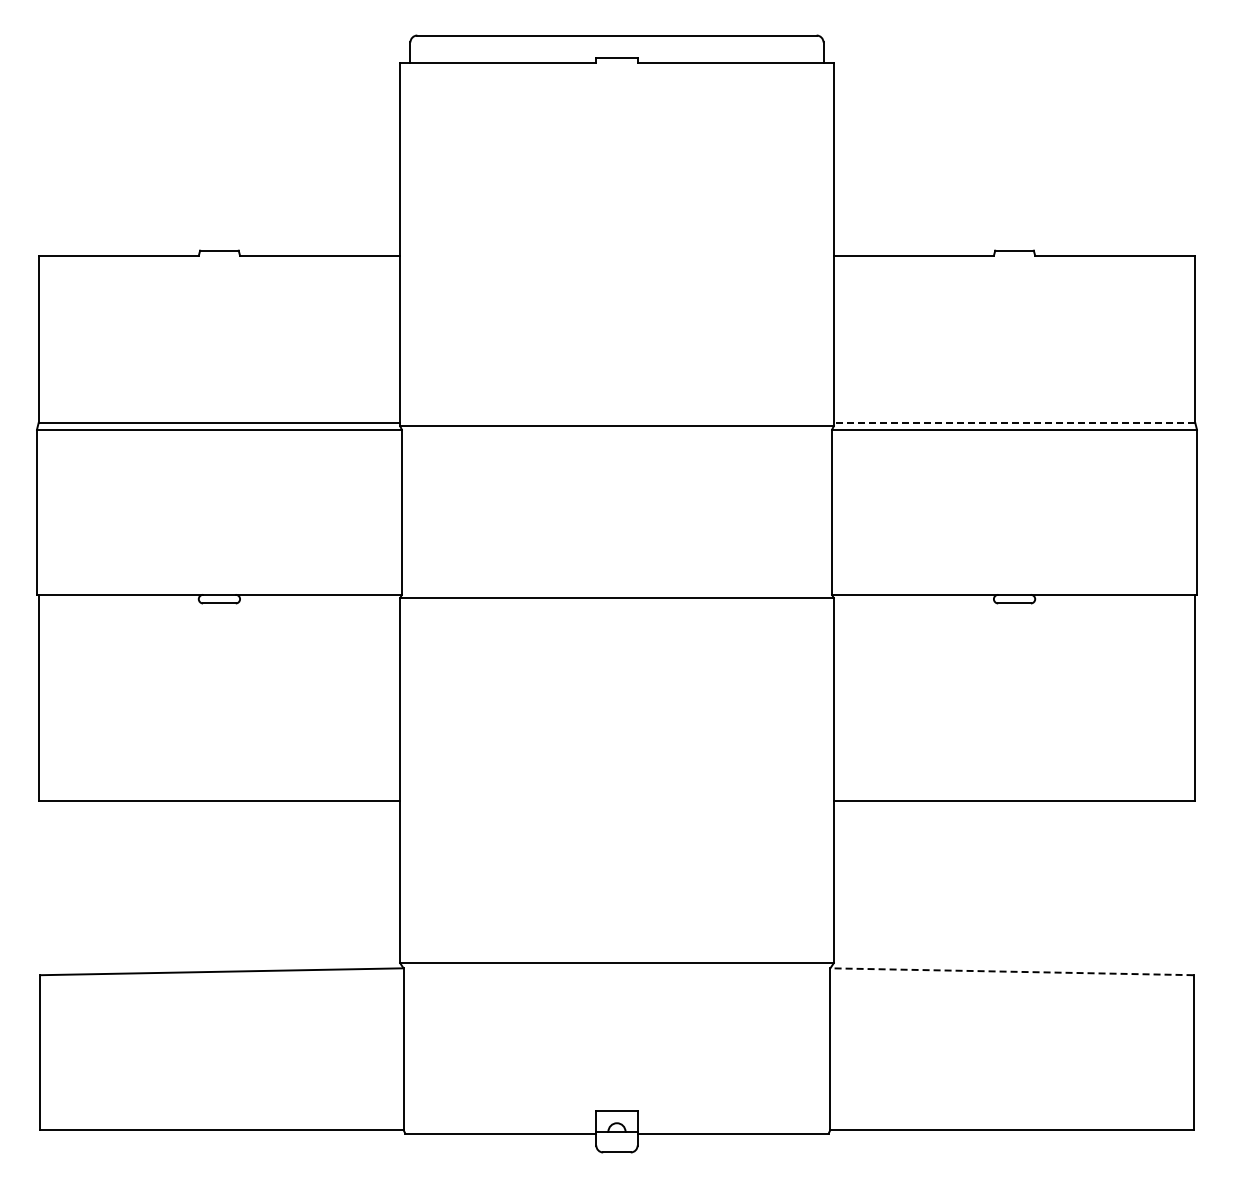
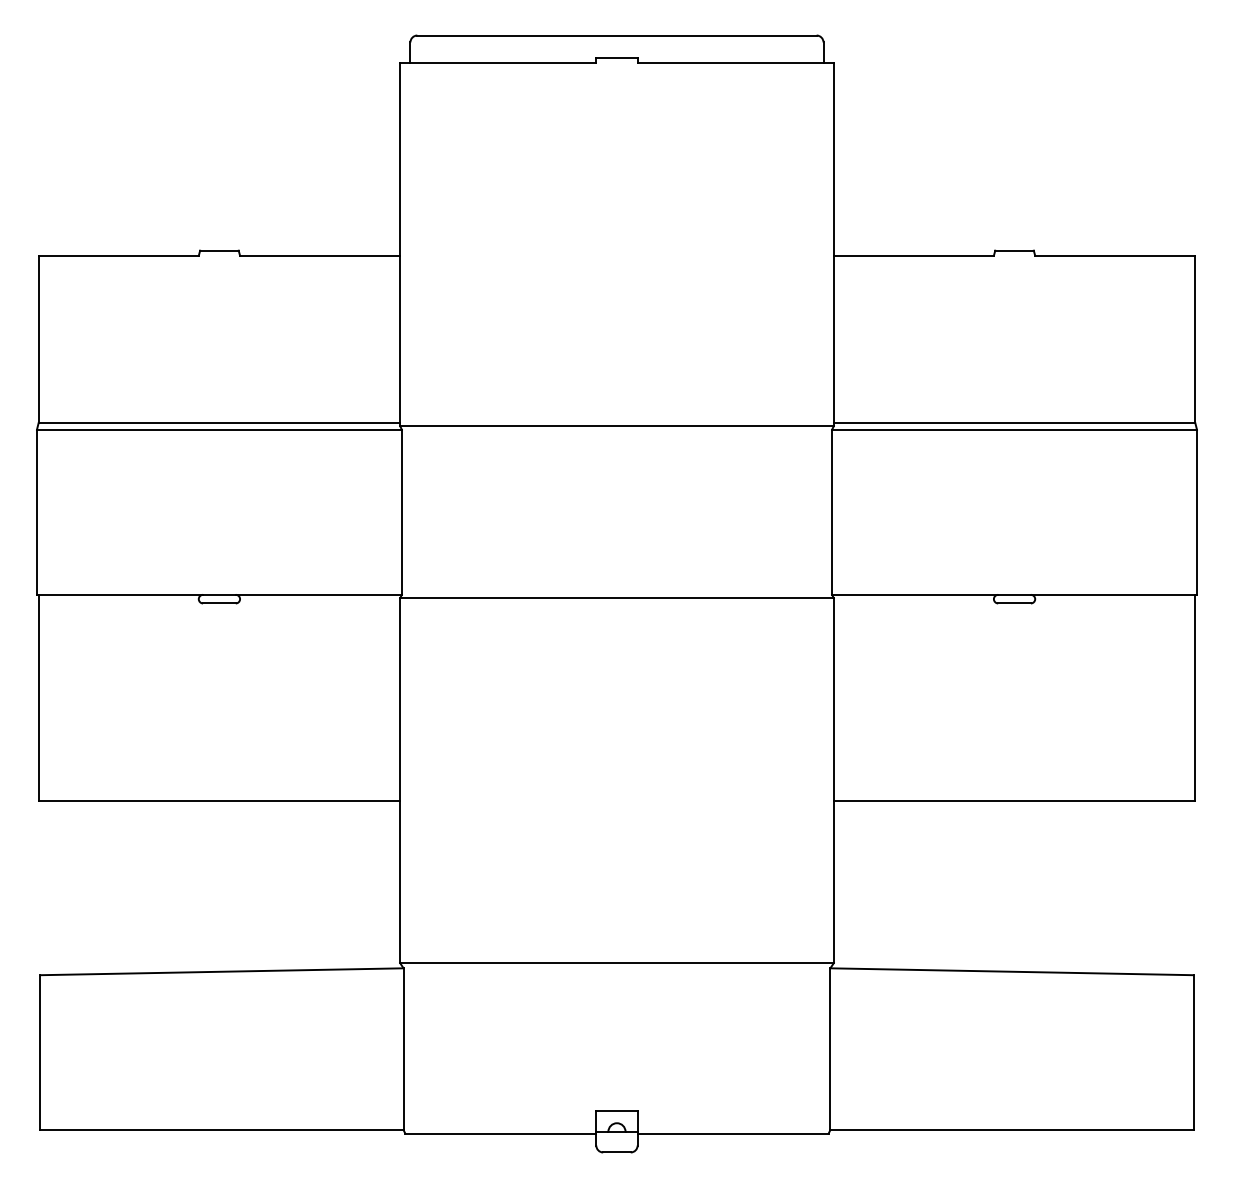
line at (1014, 422): dashed -> solid
line at (1011, 971): dashed -> solid
